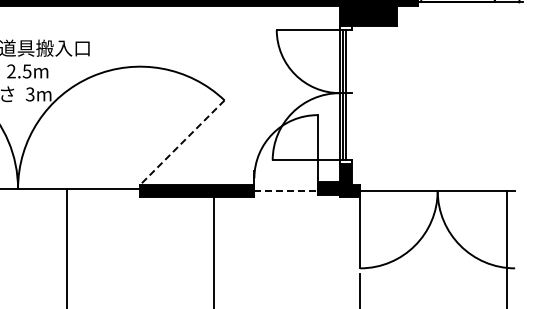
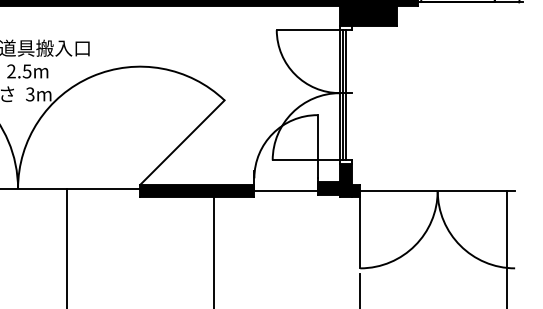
line at (182, 142): dashed -> solid
line at (285, 190): dashed -> solid
